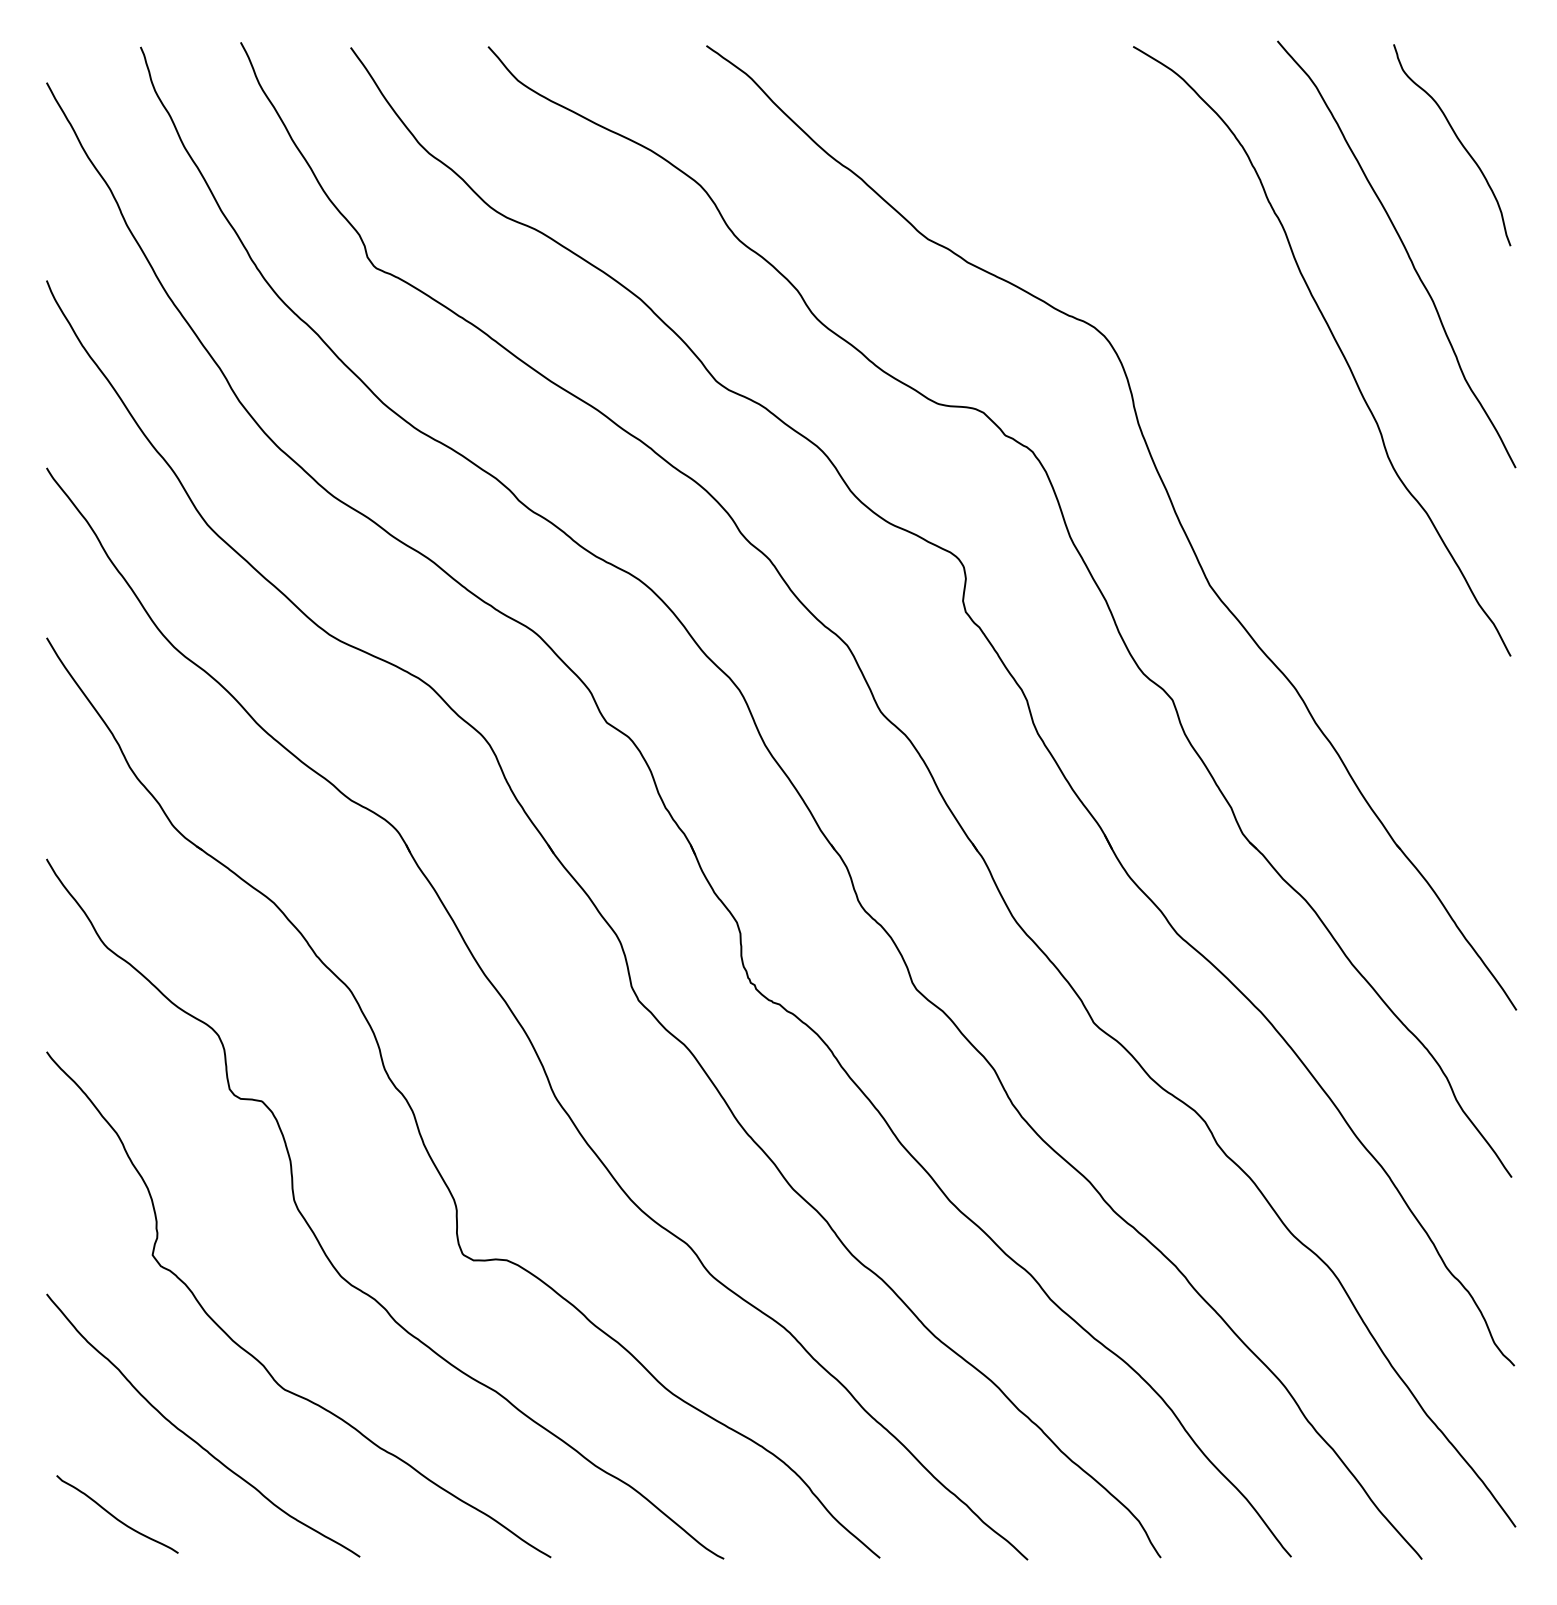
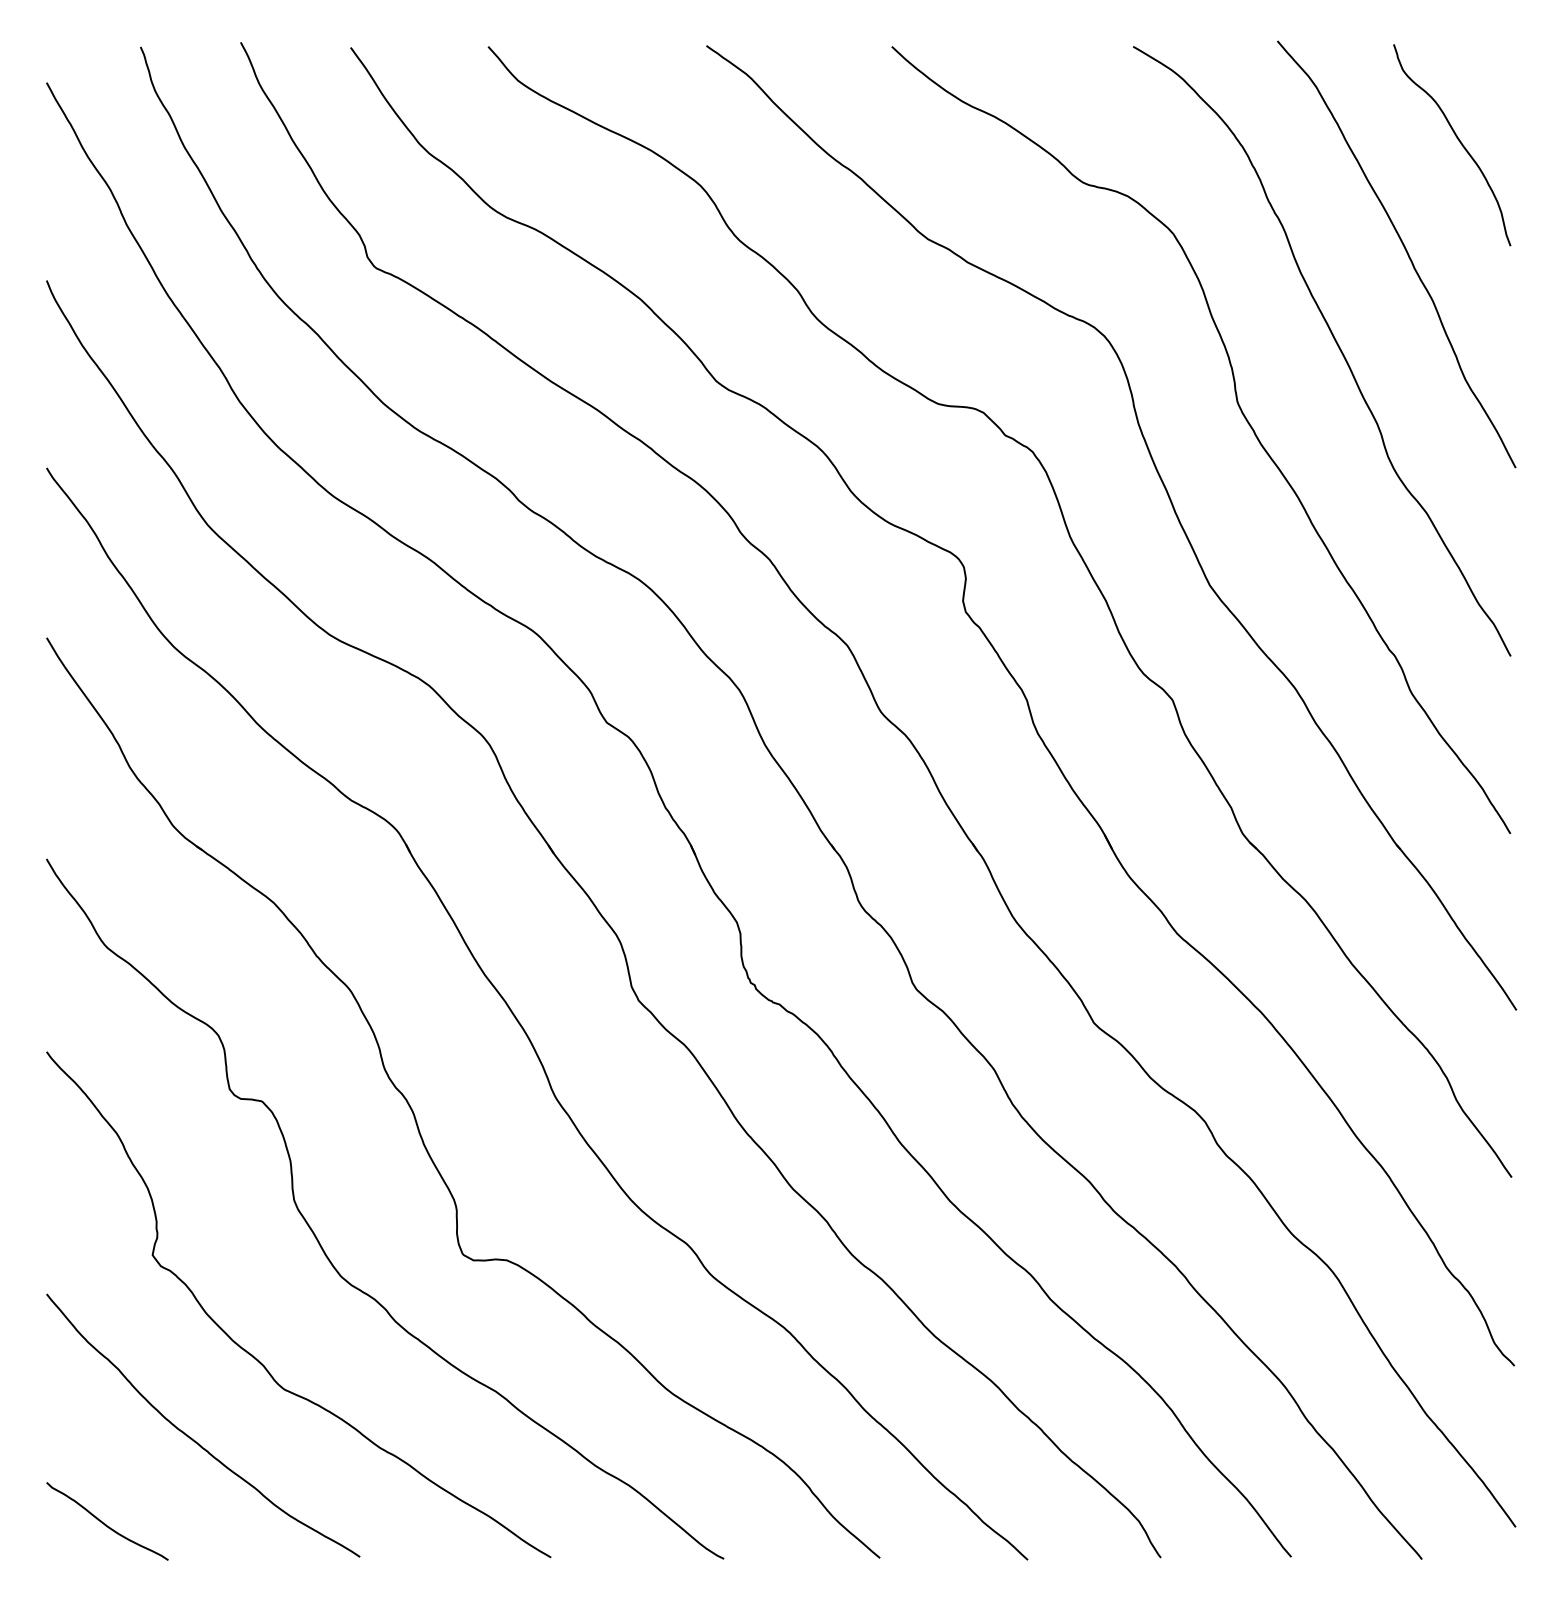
curve at (1241, 413): none -> present
curve at (115, 1516) position: (115, 1516) -> (105, 1523)
